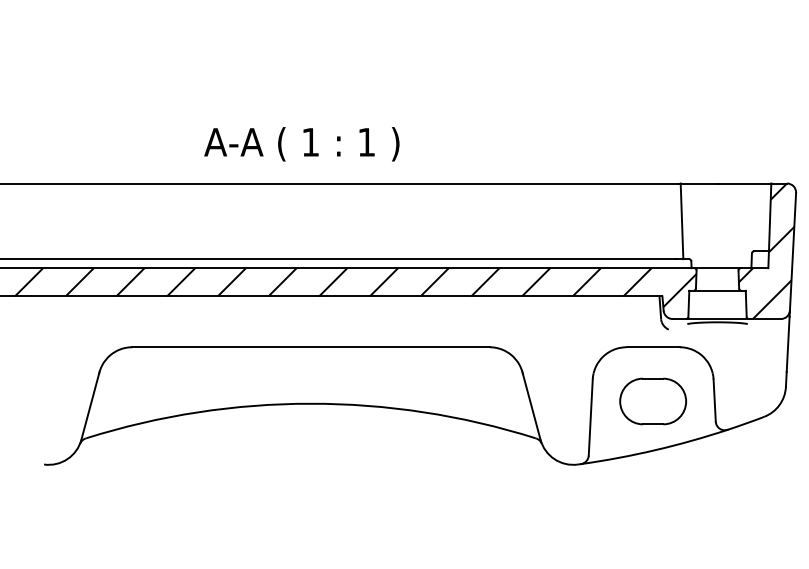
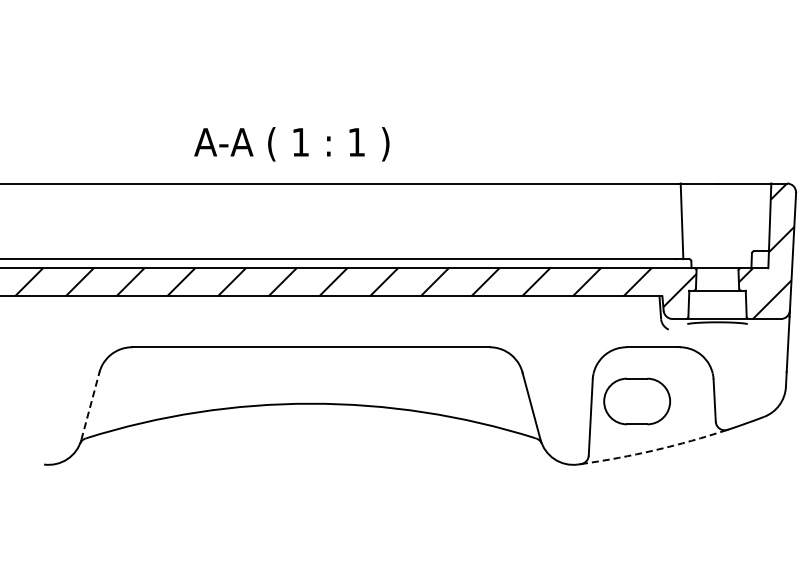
text at (301, 144) position: (301, 144) -> (291, 144)
part at (653, 401) position: (653, 401) -> (637, 401)
line at (90, 406): solid -> dashed
arc at (655, 450): solid -> dashed
